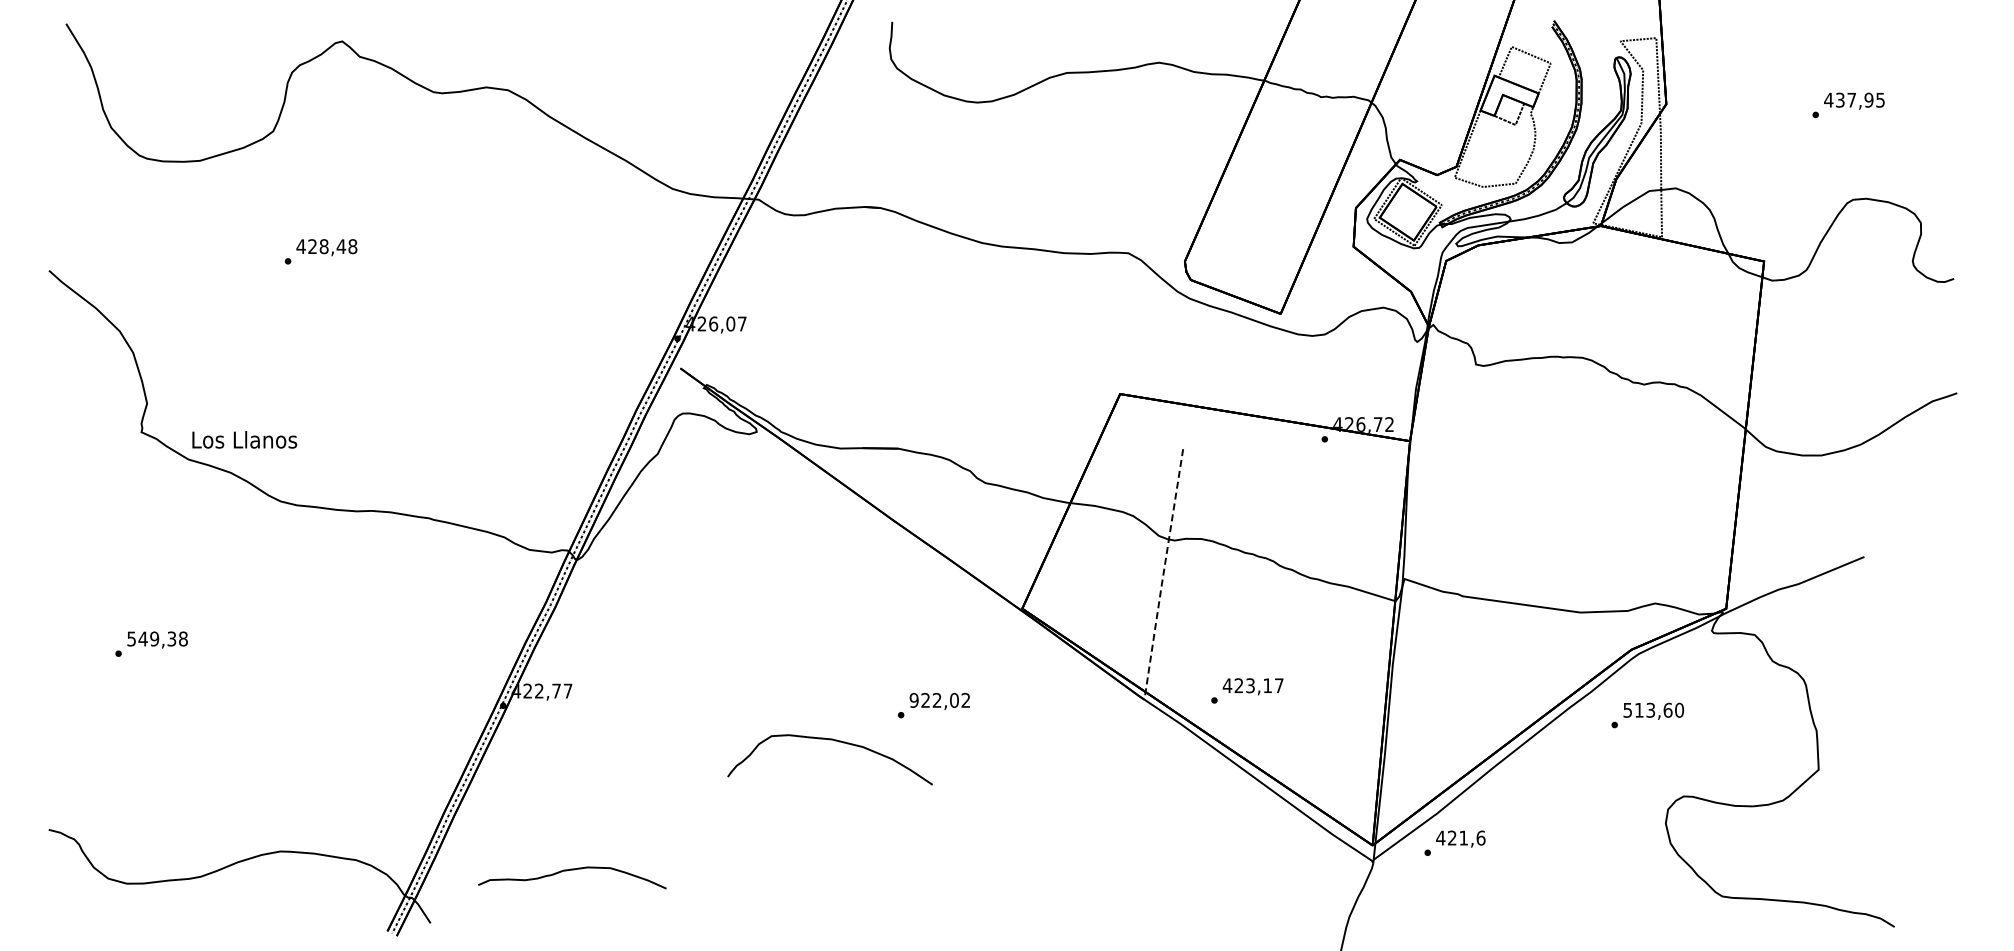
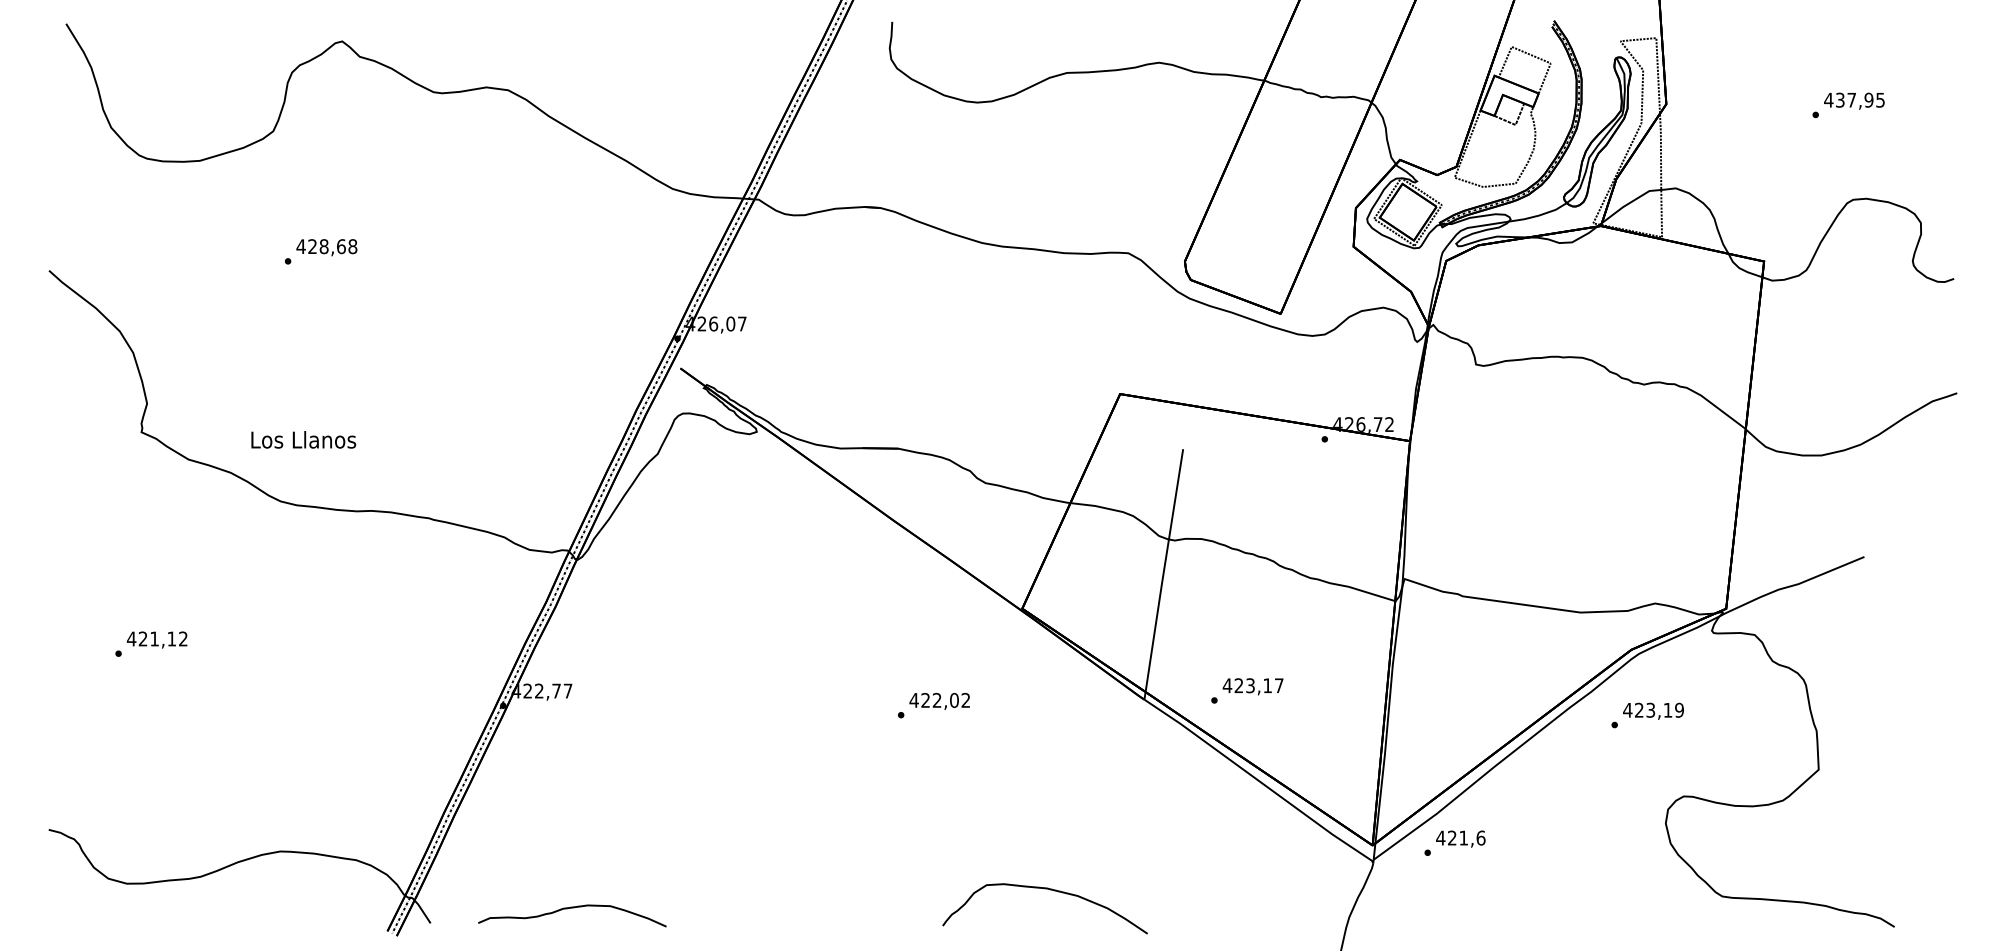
text at (341, 246): 428,48 -> 428,68
text at (244, 439) position: (244, 439) -> (303, 439)
line at (1163, 575): dashed -> solid
text at (156, 638): 549,38 -> 421,12
text at (913, 700): 922,02 -> 422,02
text at (1653, 709): 513,60 -> 423,19
curve at (835, 741) position: (835, 741) -> (1050, 890)
curve at (572, 870) position: (572, 870) -> (572, 908)
